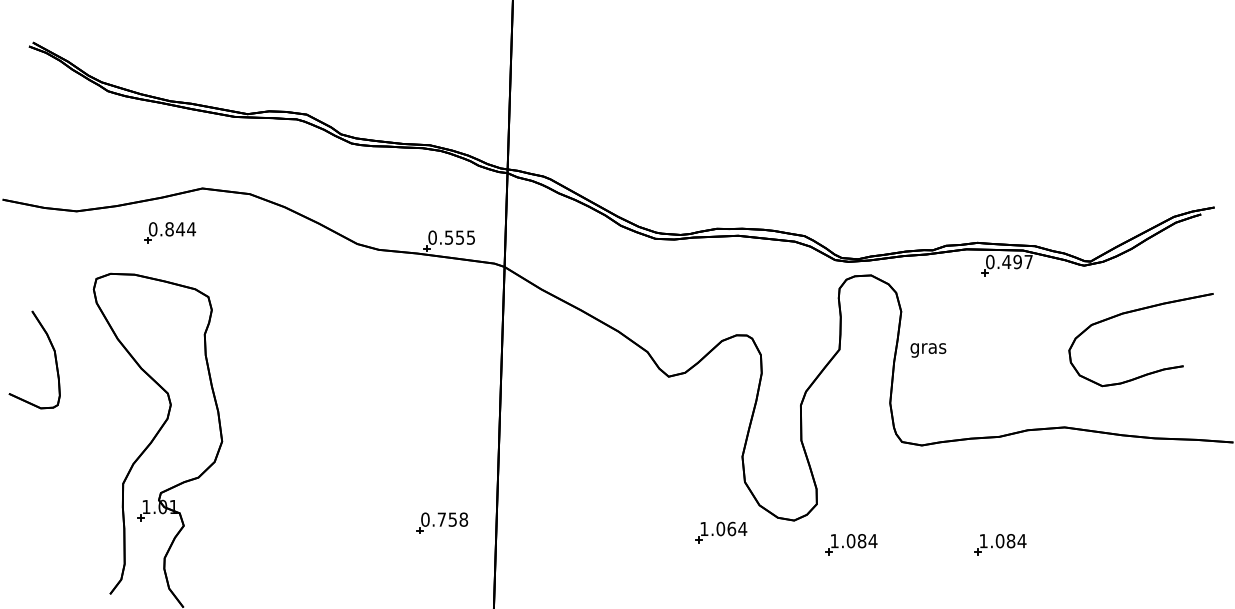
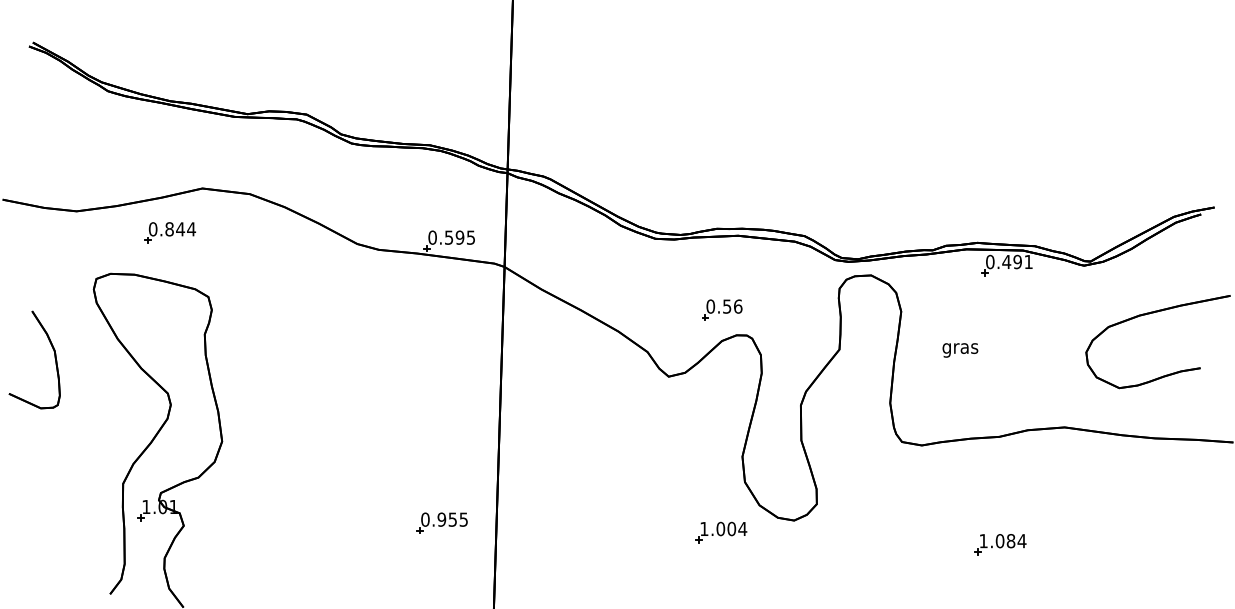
text at (459, 237): 0.555 -> 0.595
text at (1028, 261): 0.497 -> 0.491
part at (722, 309): none -> present
part at (1132, 312) position: (1132, 312) -> (1149, 314)
text at (928, 350) position: (928, 350) -> (960, 350)
text at (452, 519): 0.758 -> 0.955
text at (731, 528): 1.064 -> 1.004
part at (851, 544): present -> none
